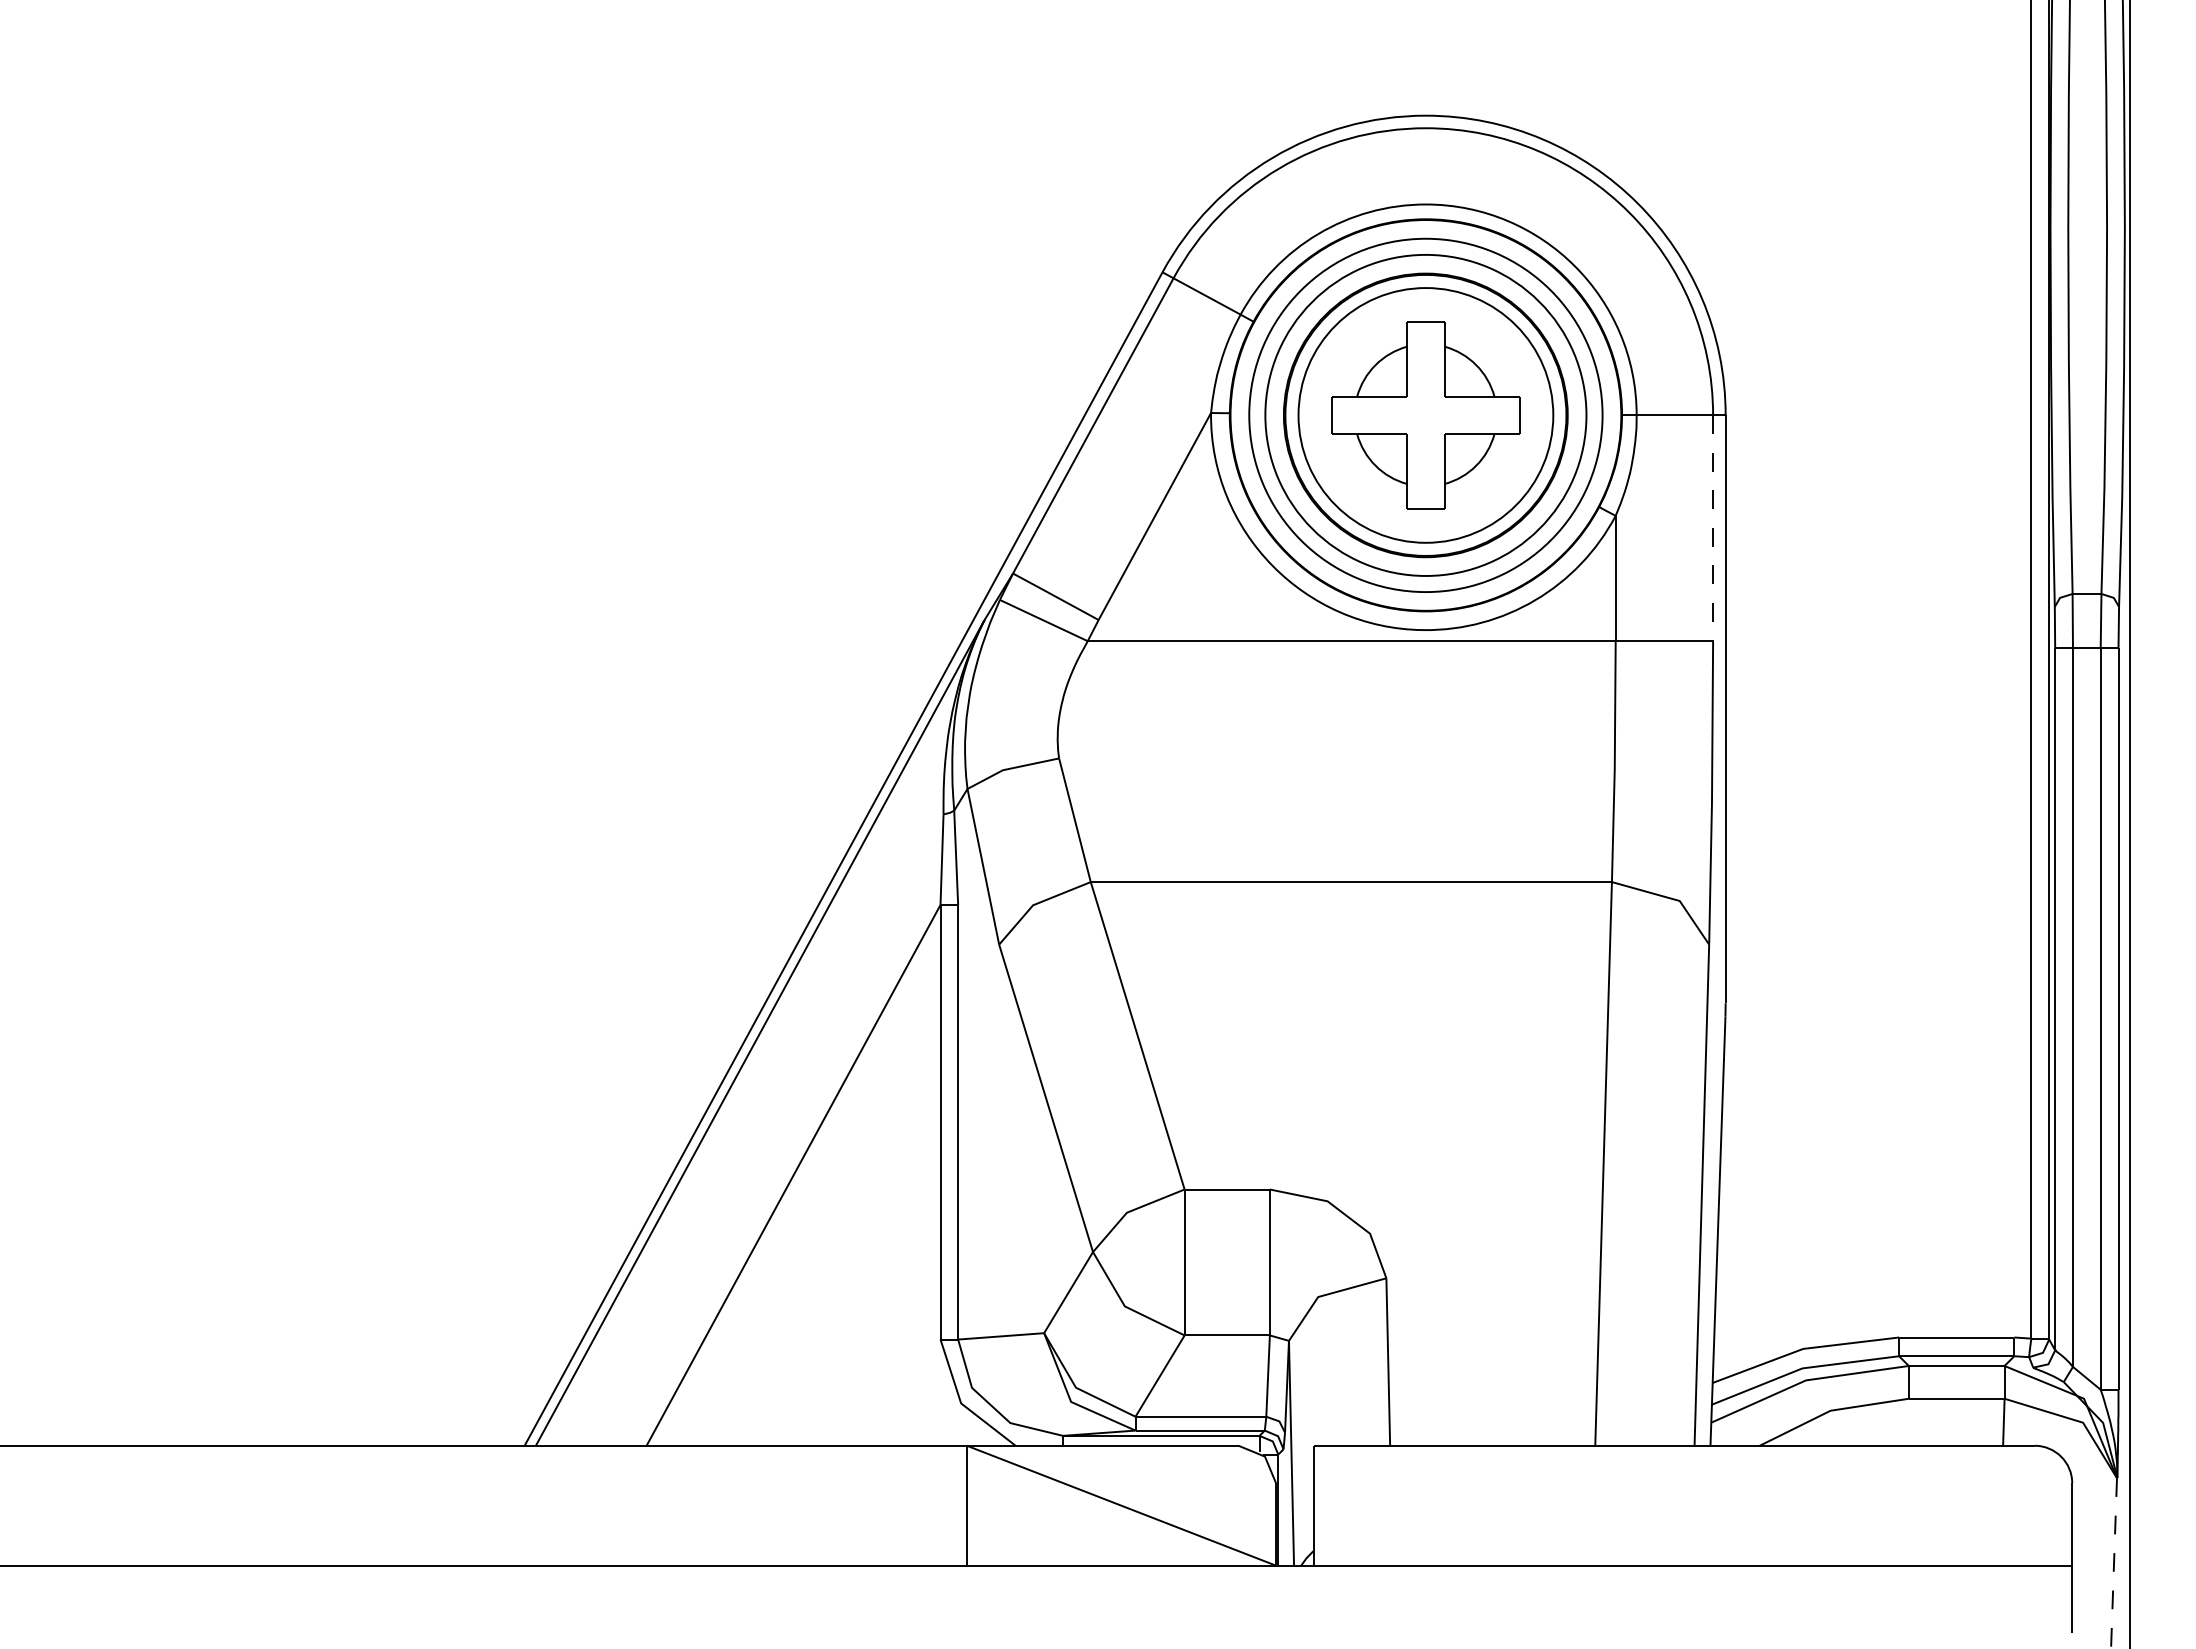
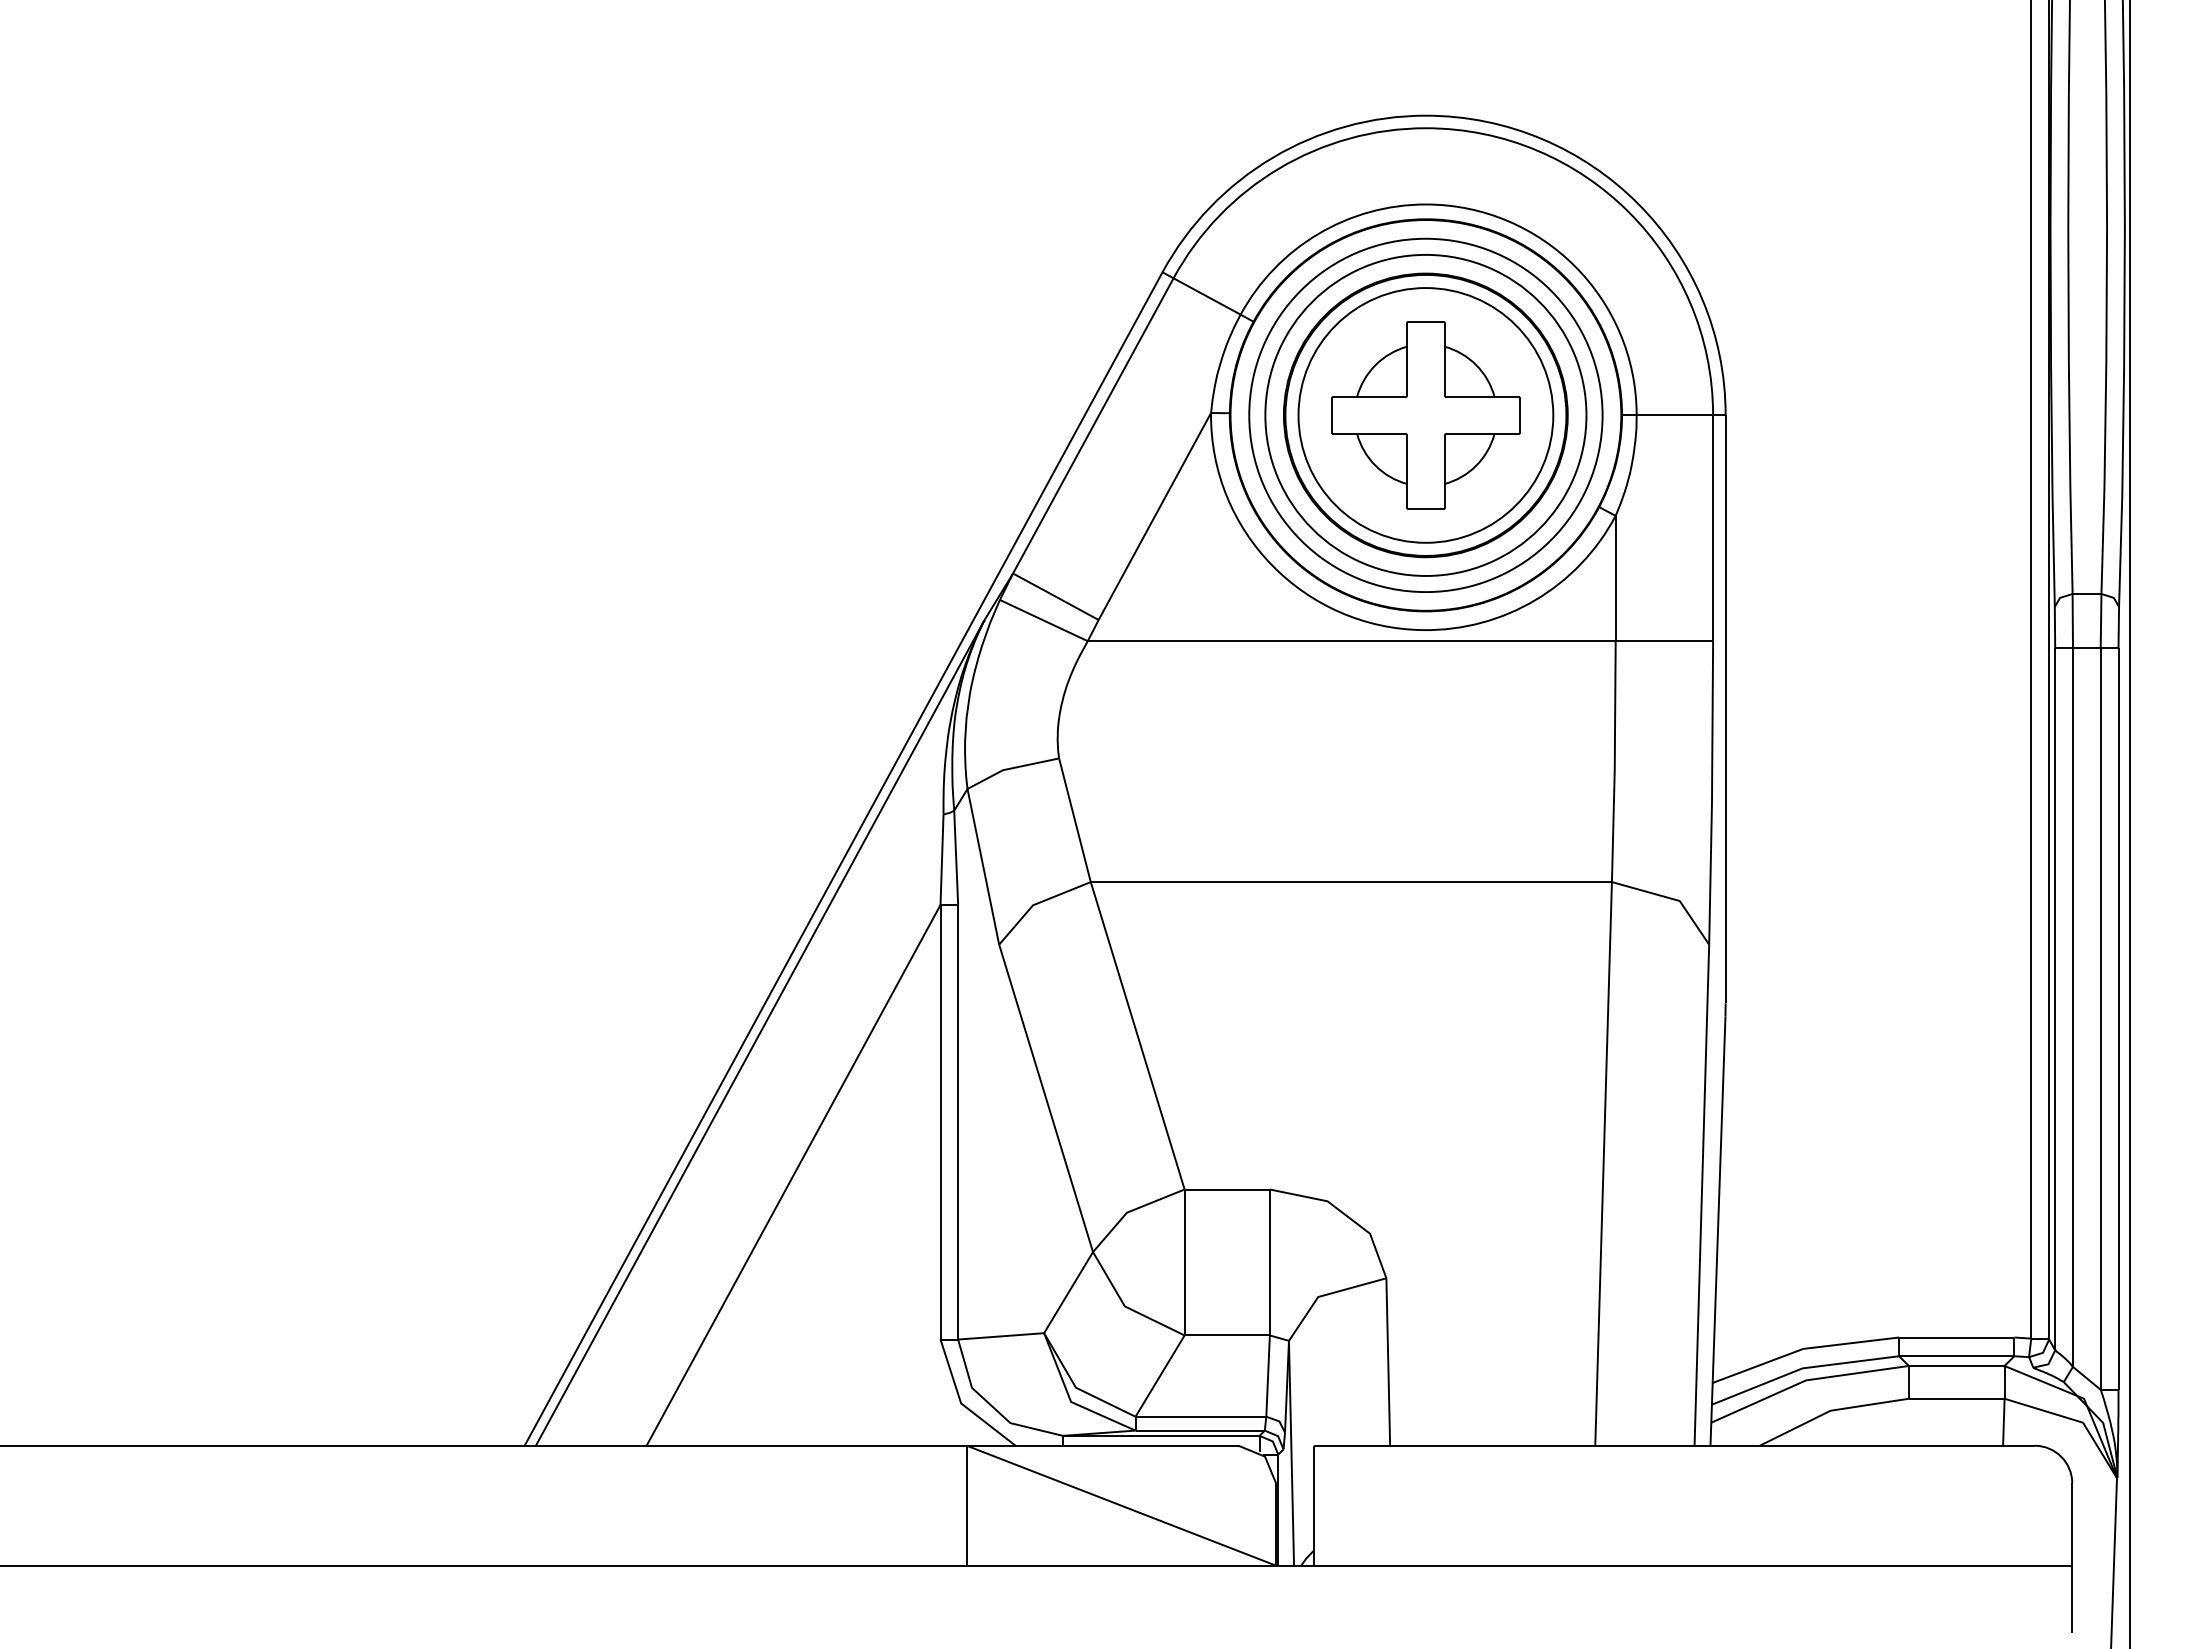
line at (1713, 528): dashed -> solid
line at (2114, 1564): dashed -> solid
